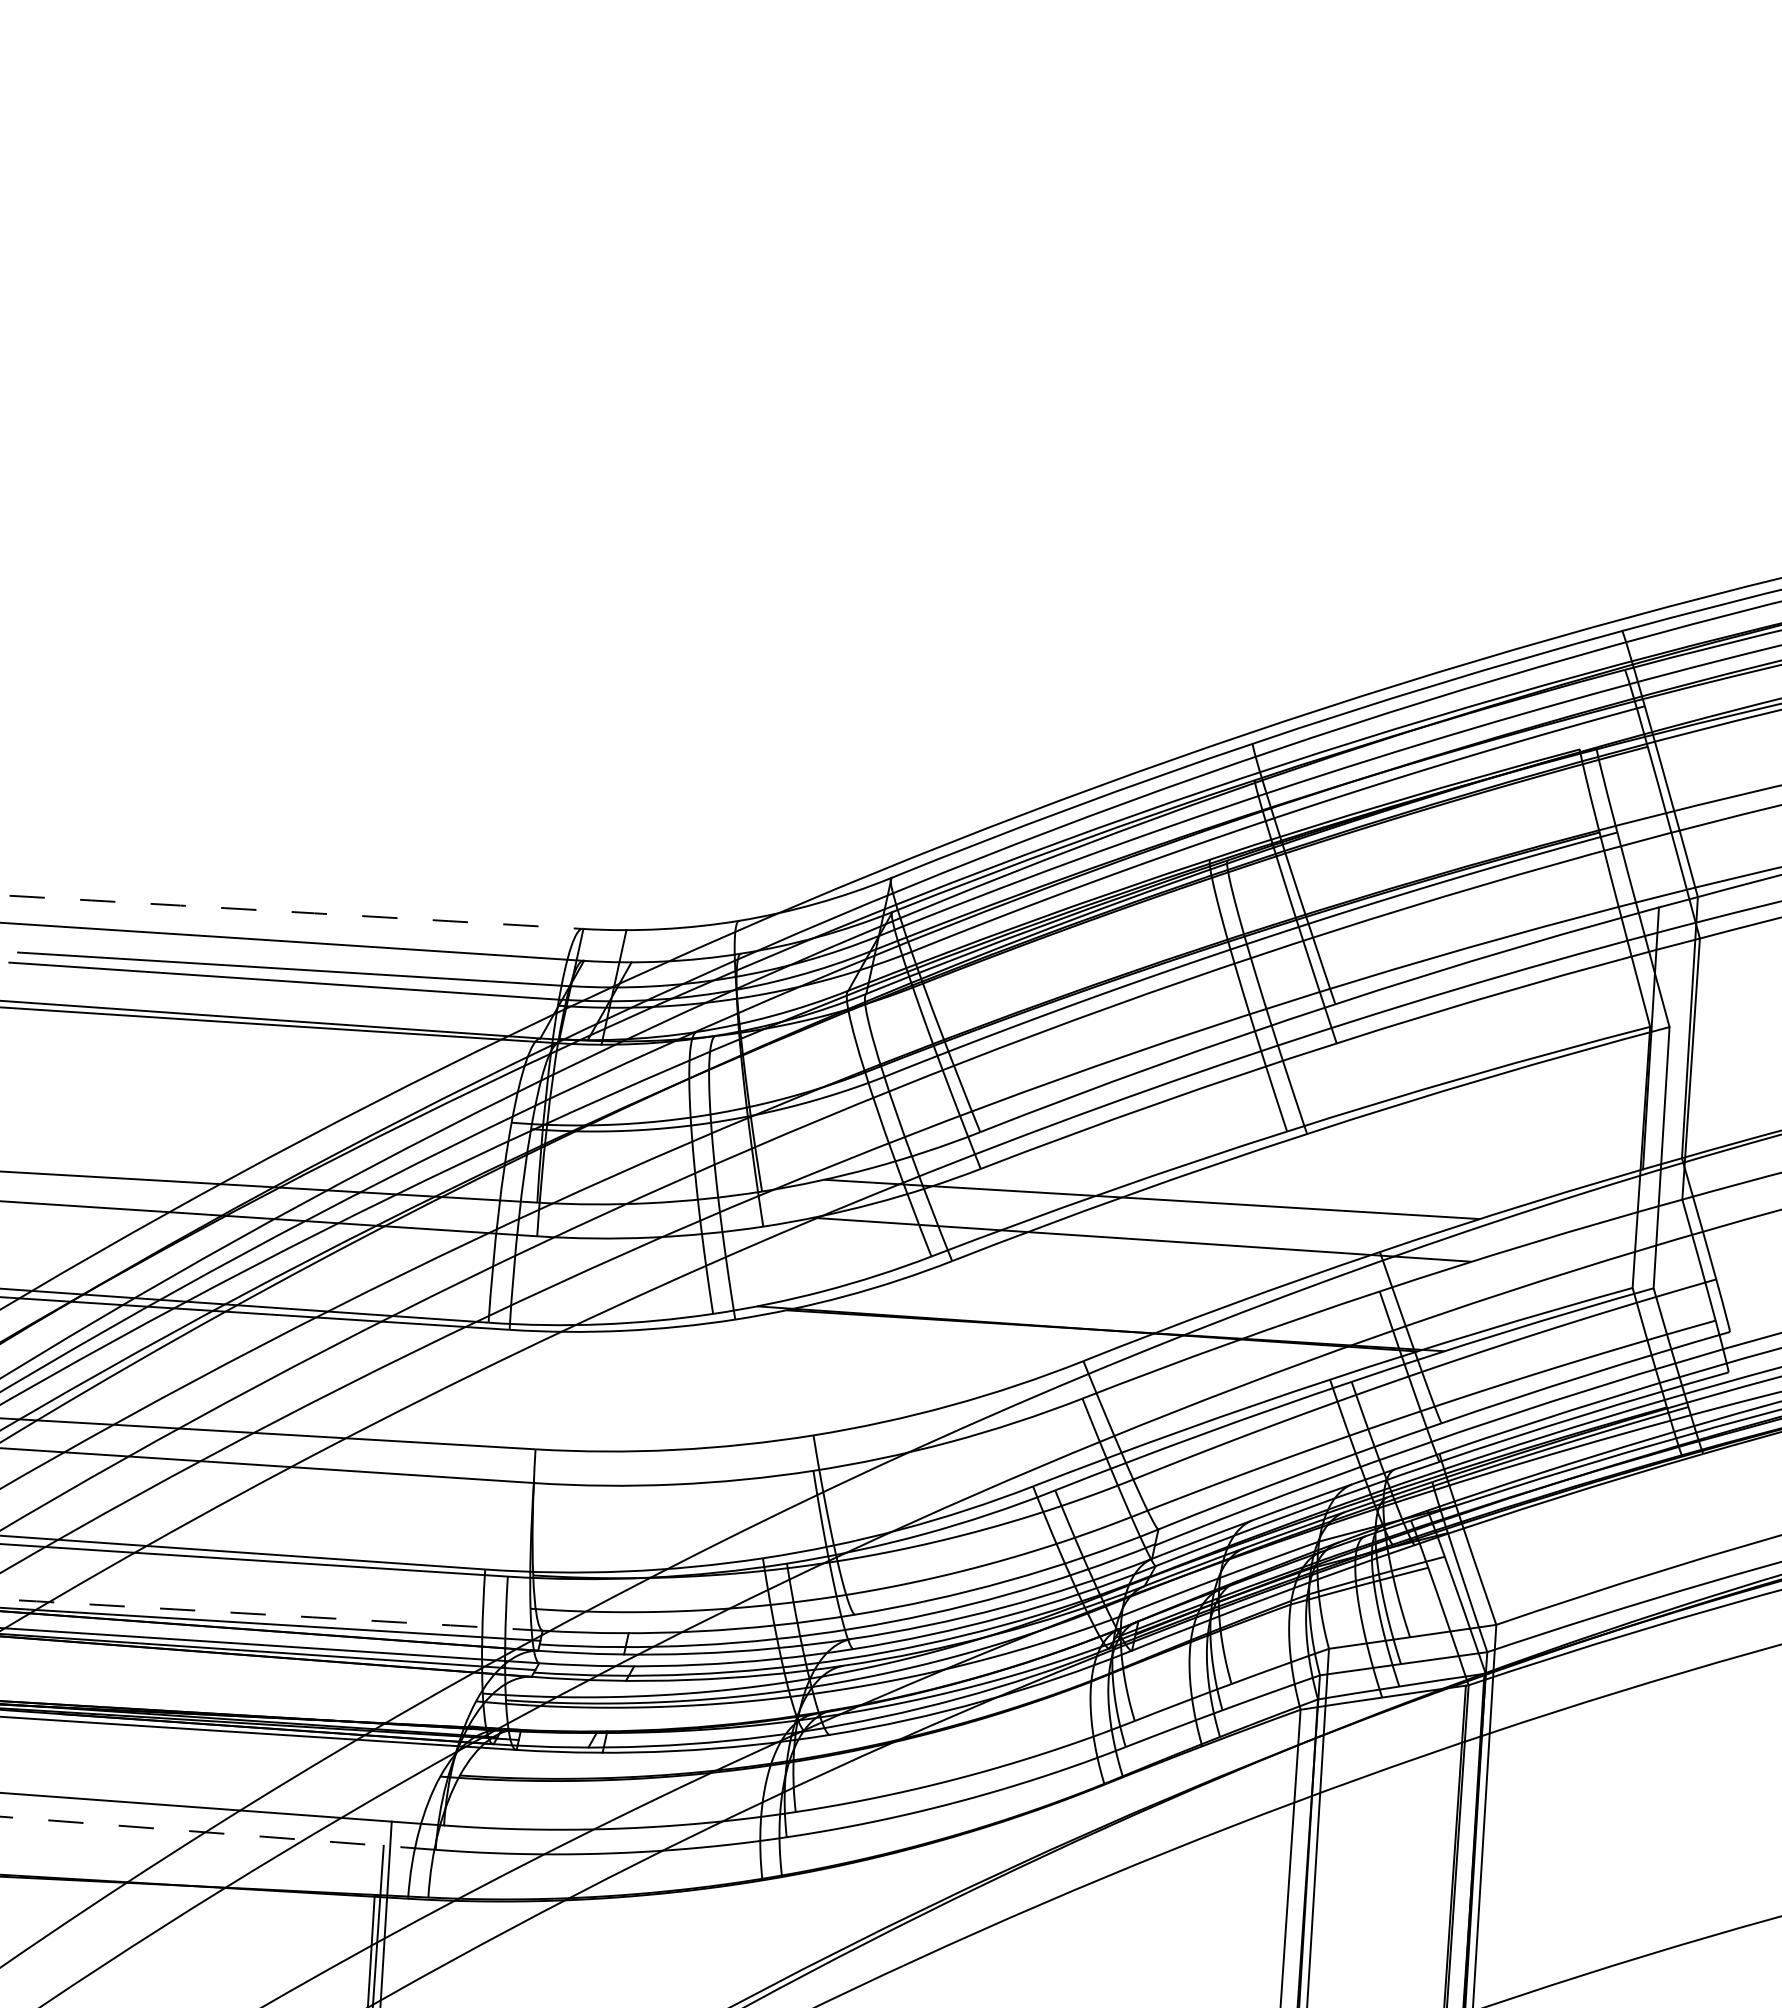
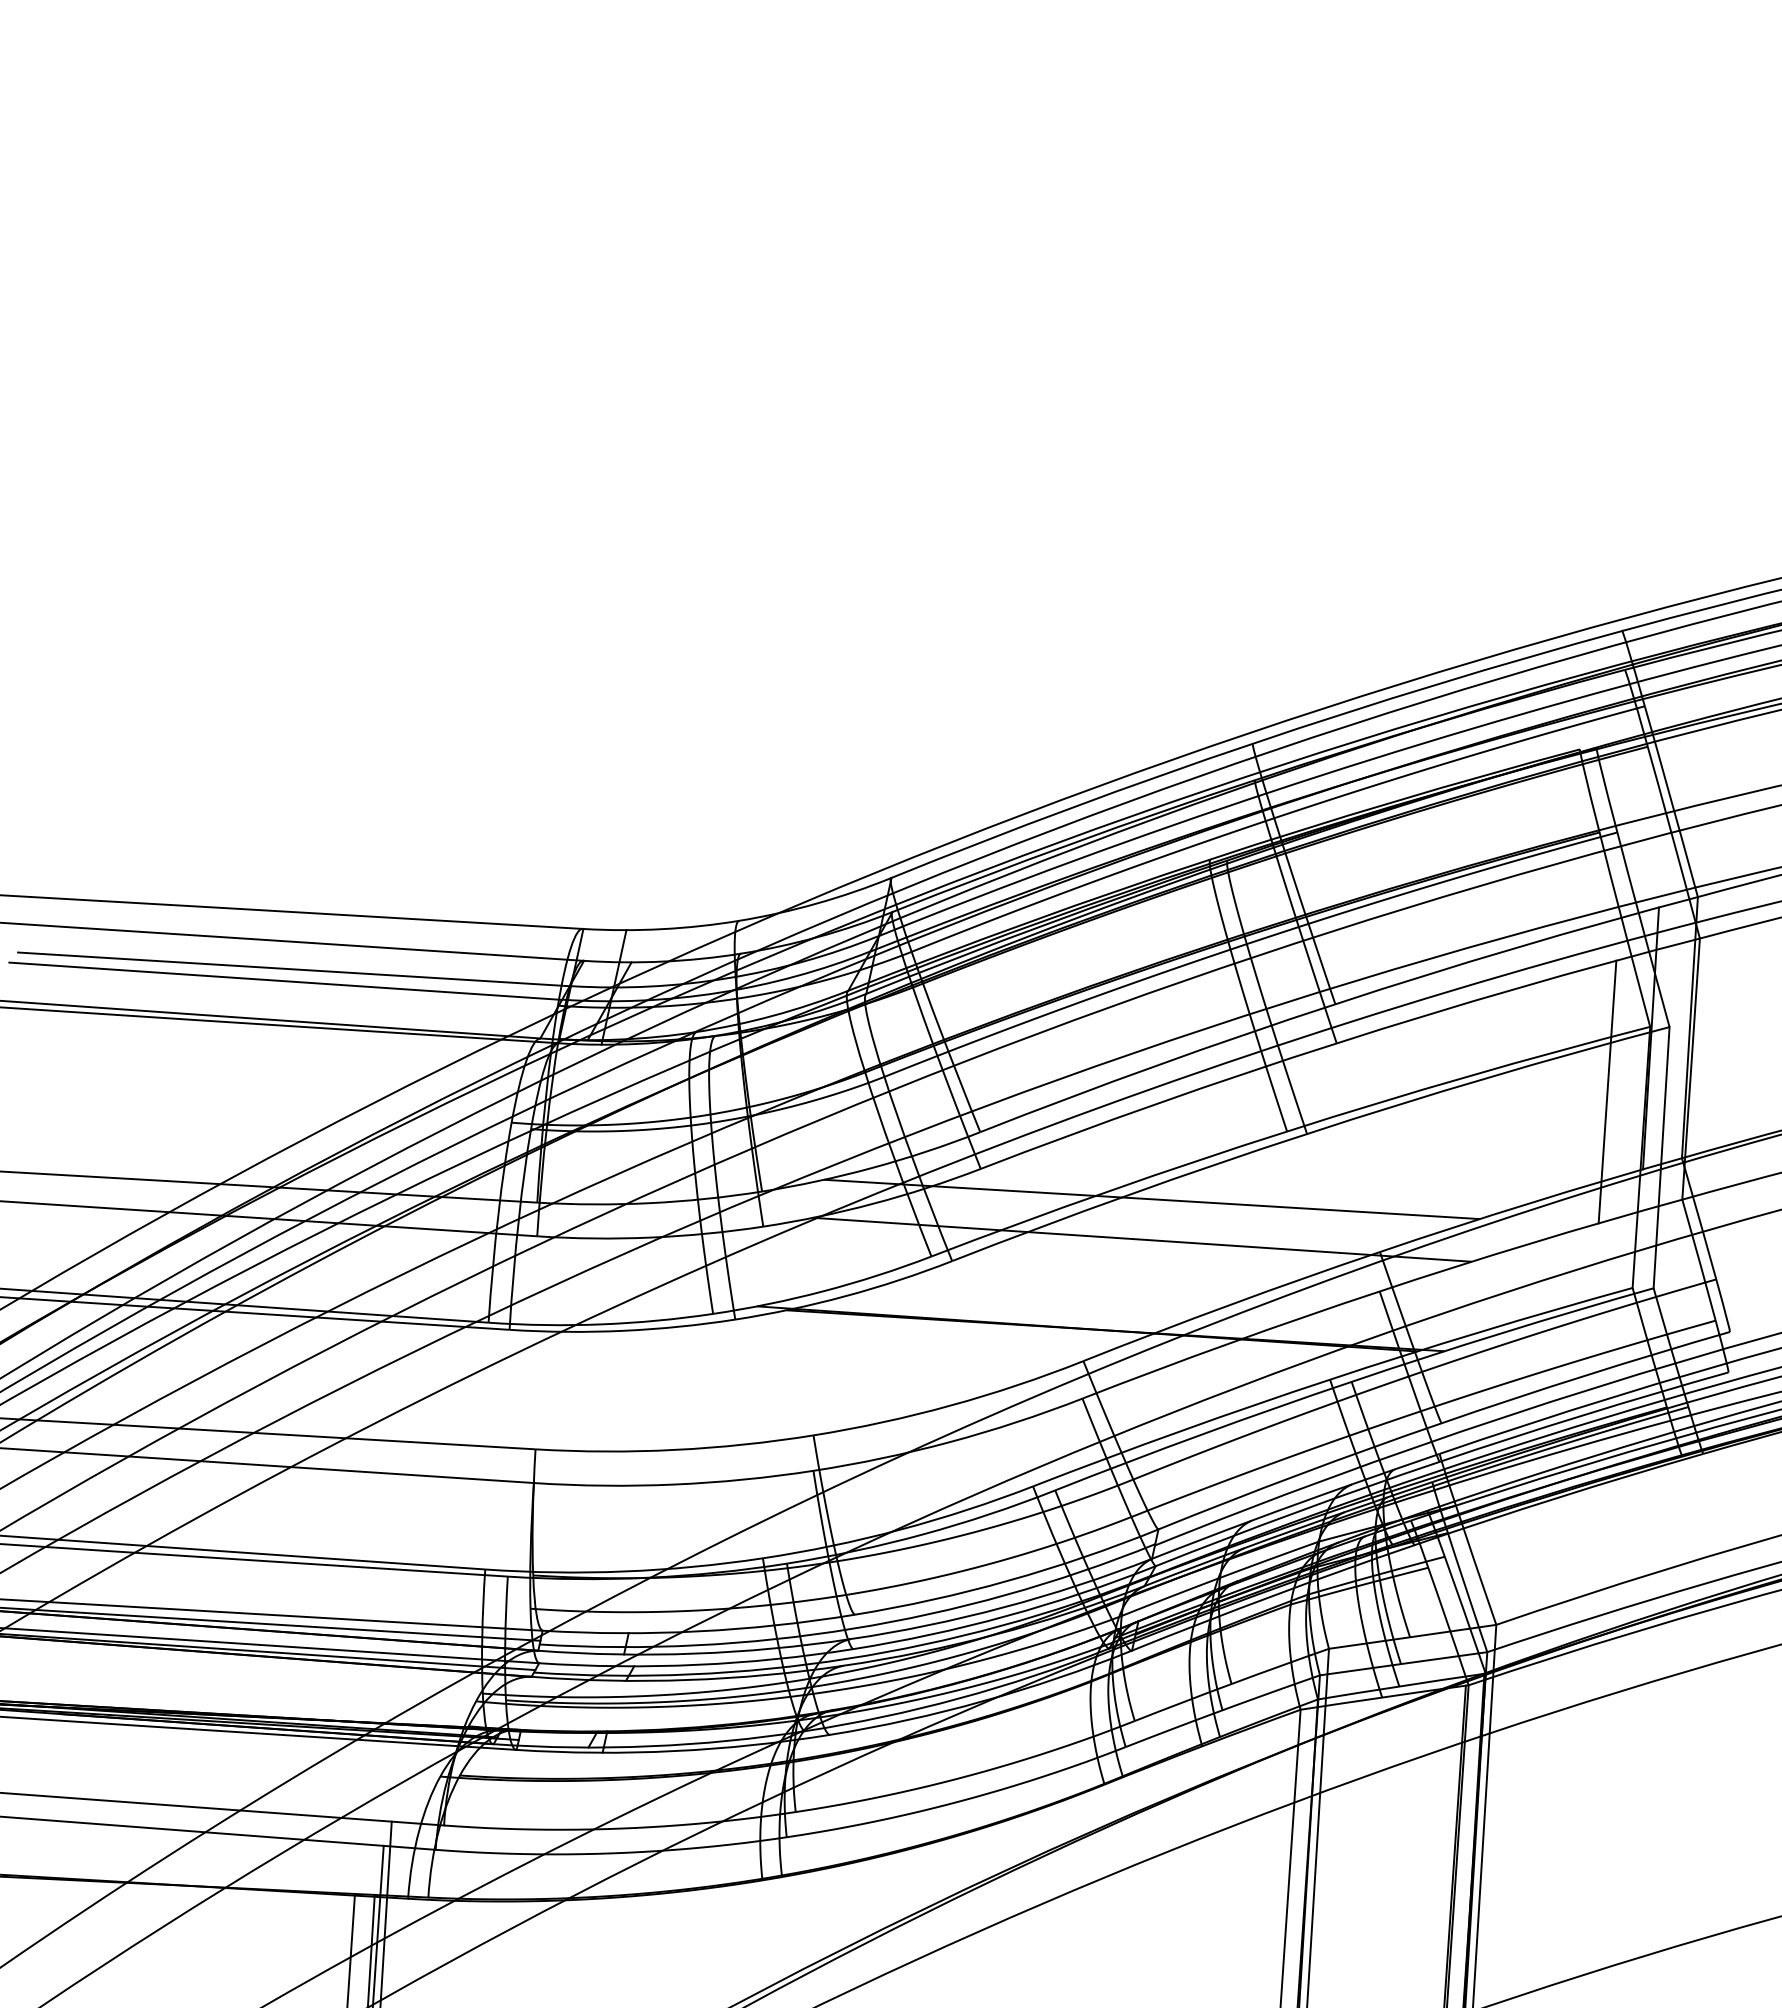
arc at (291, 912): dashed -> solid
line at (1607, 1091): none -> present
arc at (271, 1614): dashed -> solid
line at (217, 1833): dashed -> solid
line at (350, 1949): none -> present
